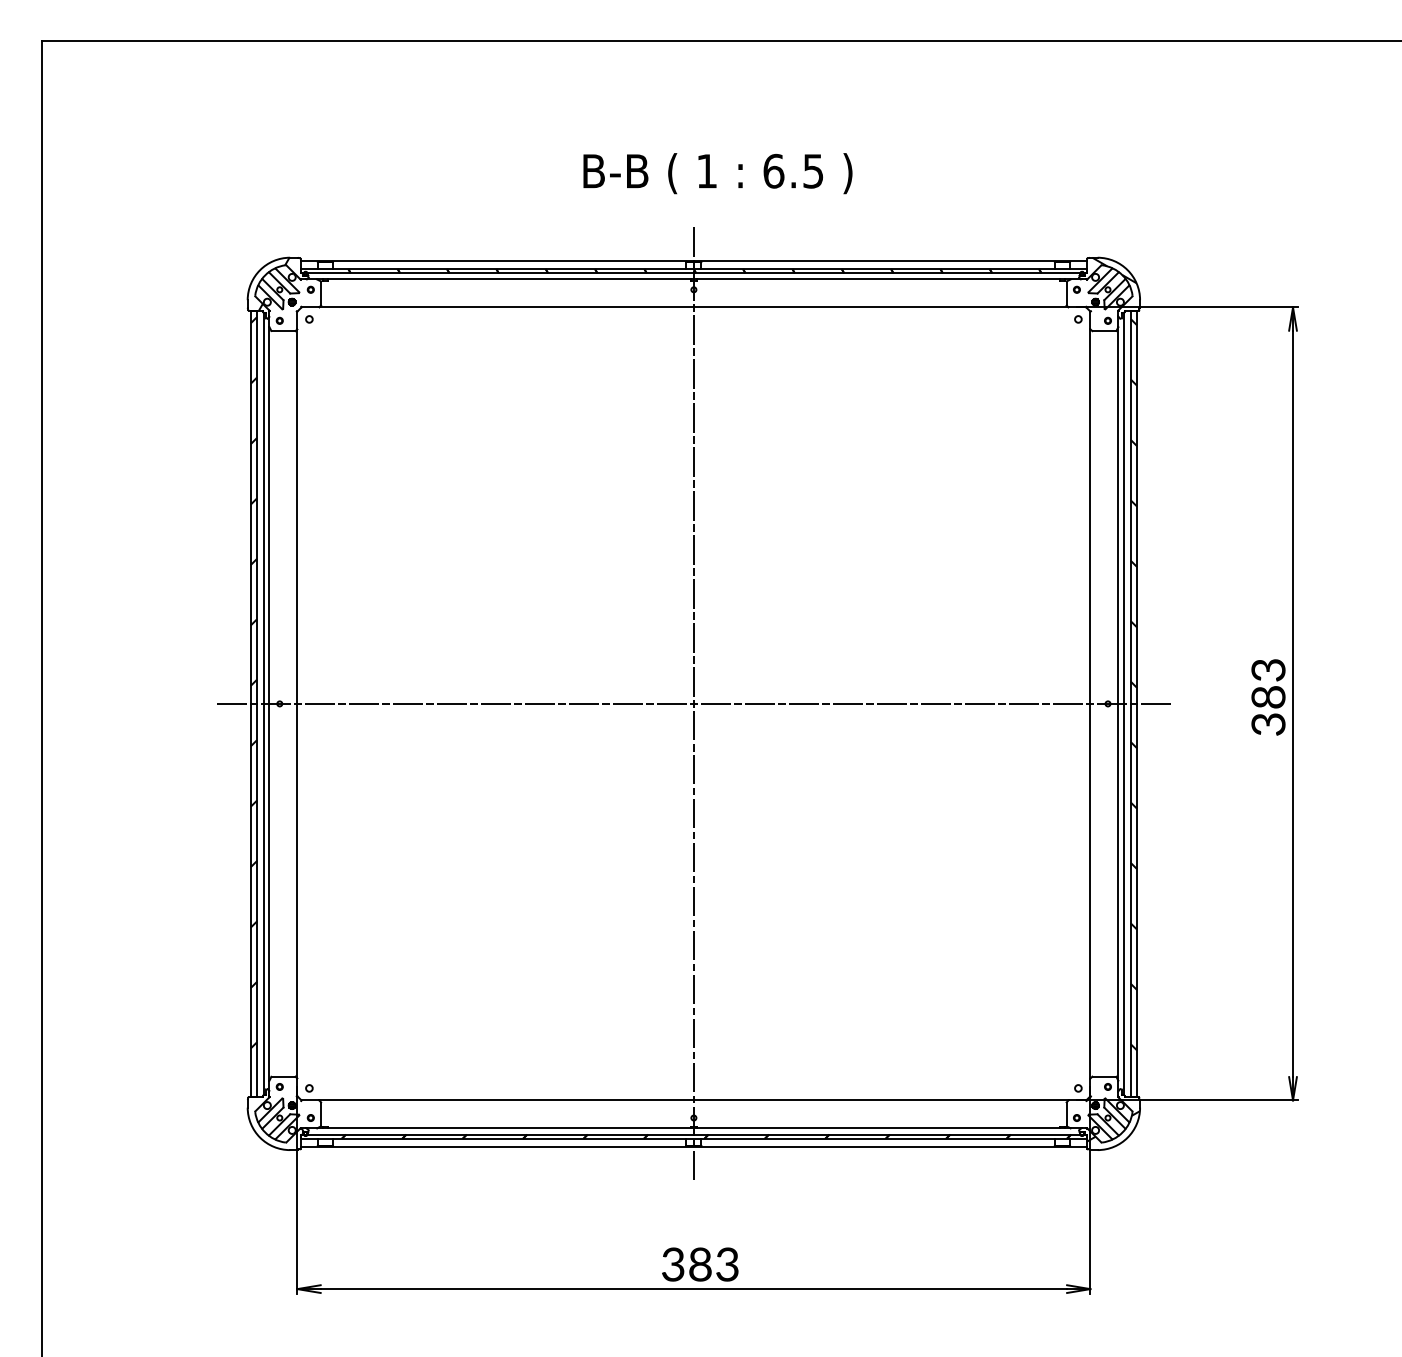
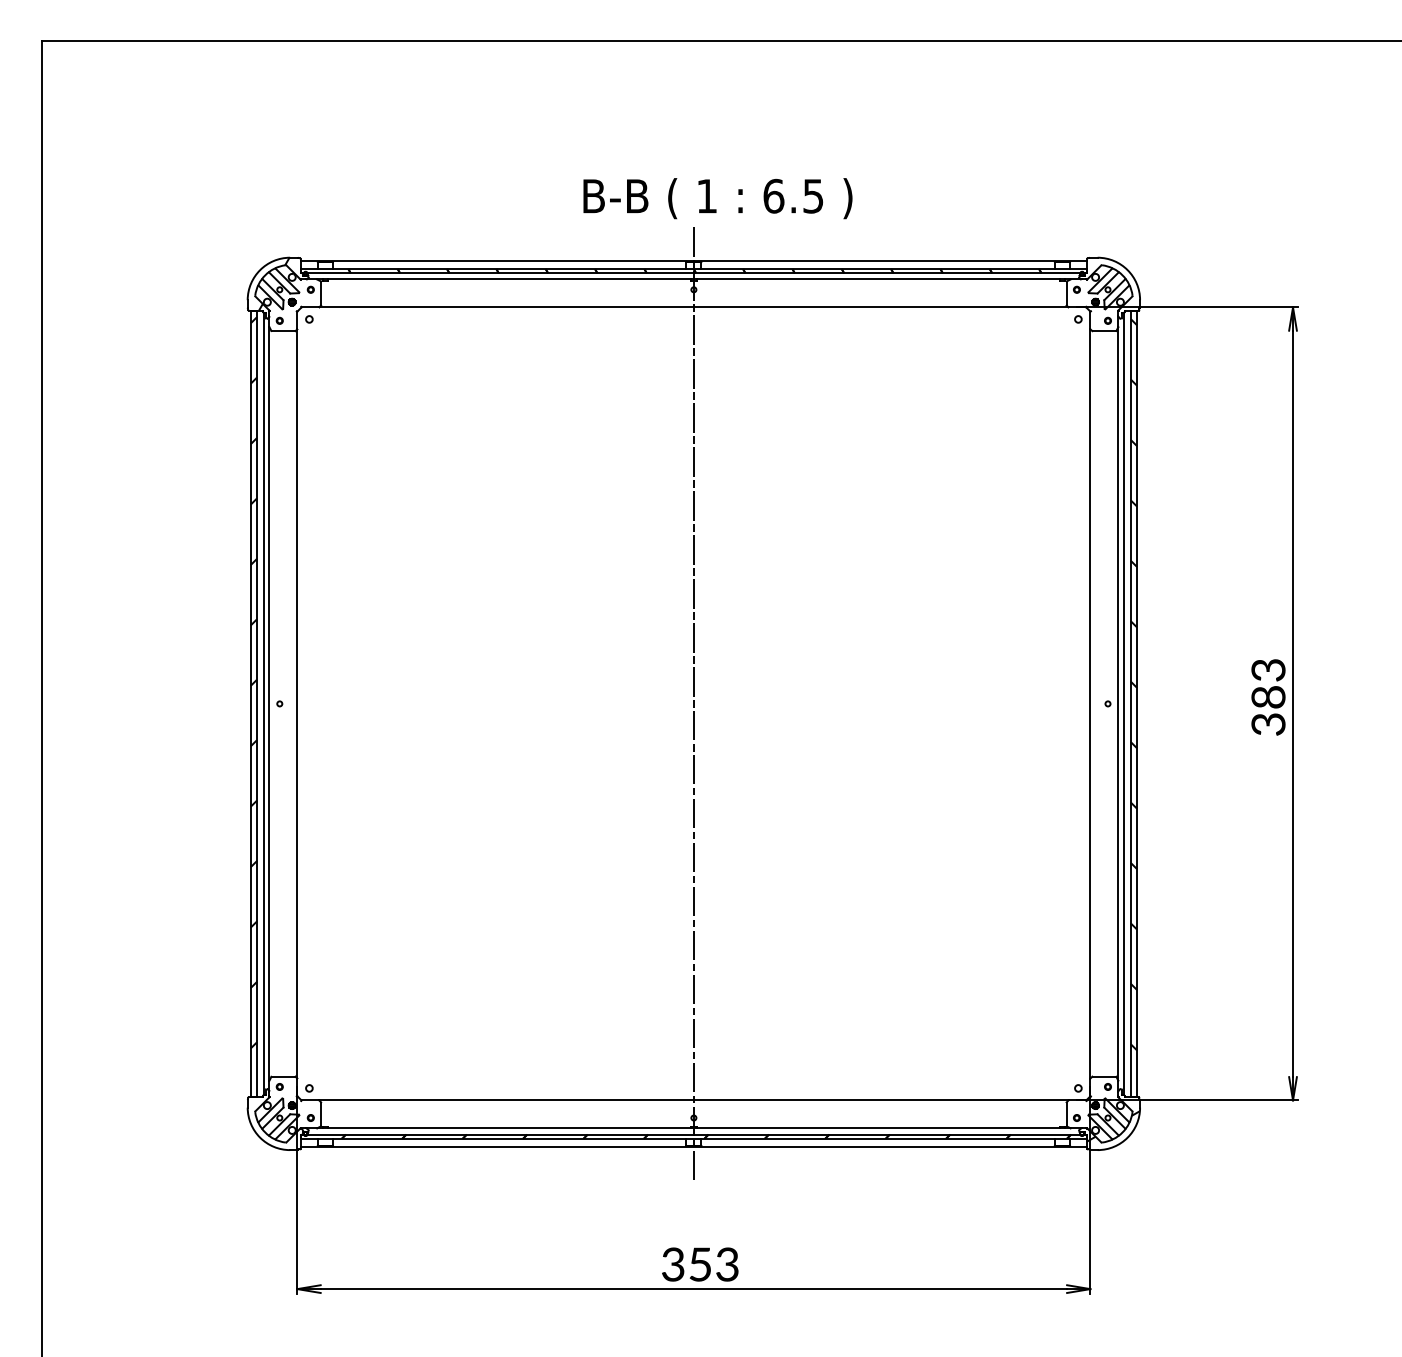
text at (717, 173) position: (717, 173) -> (717, 198)
hatch at (1114, 270): present -> none
line at (693, 703): present -> none
text at (700, 1264): 383 -> 353
